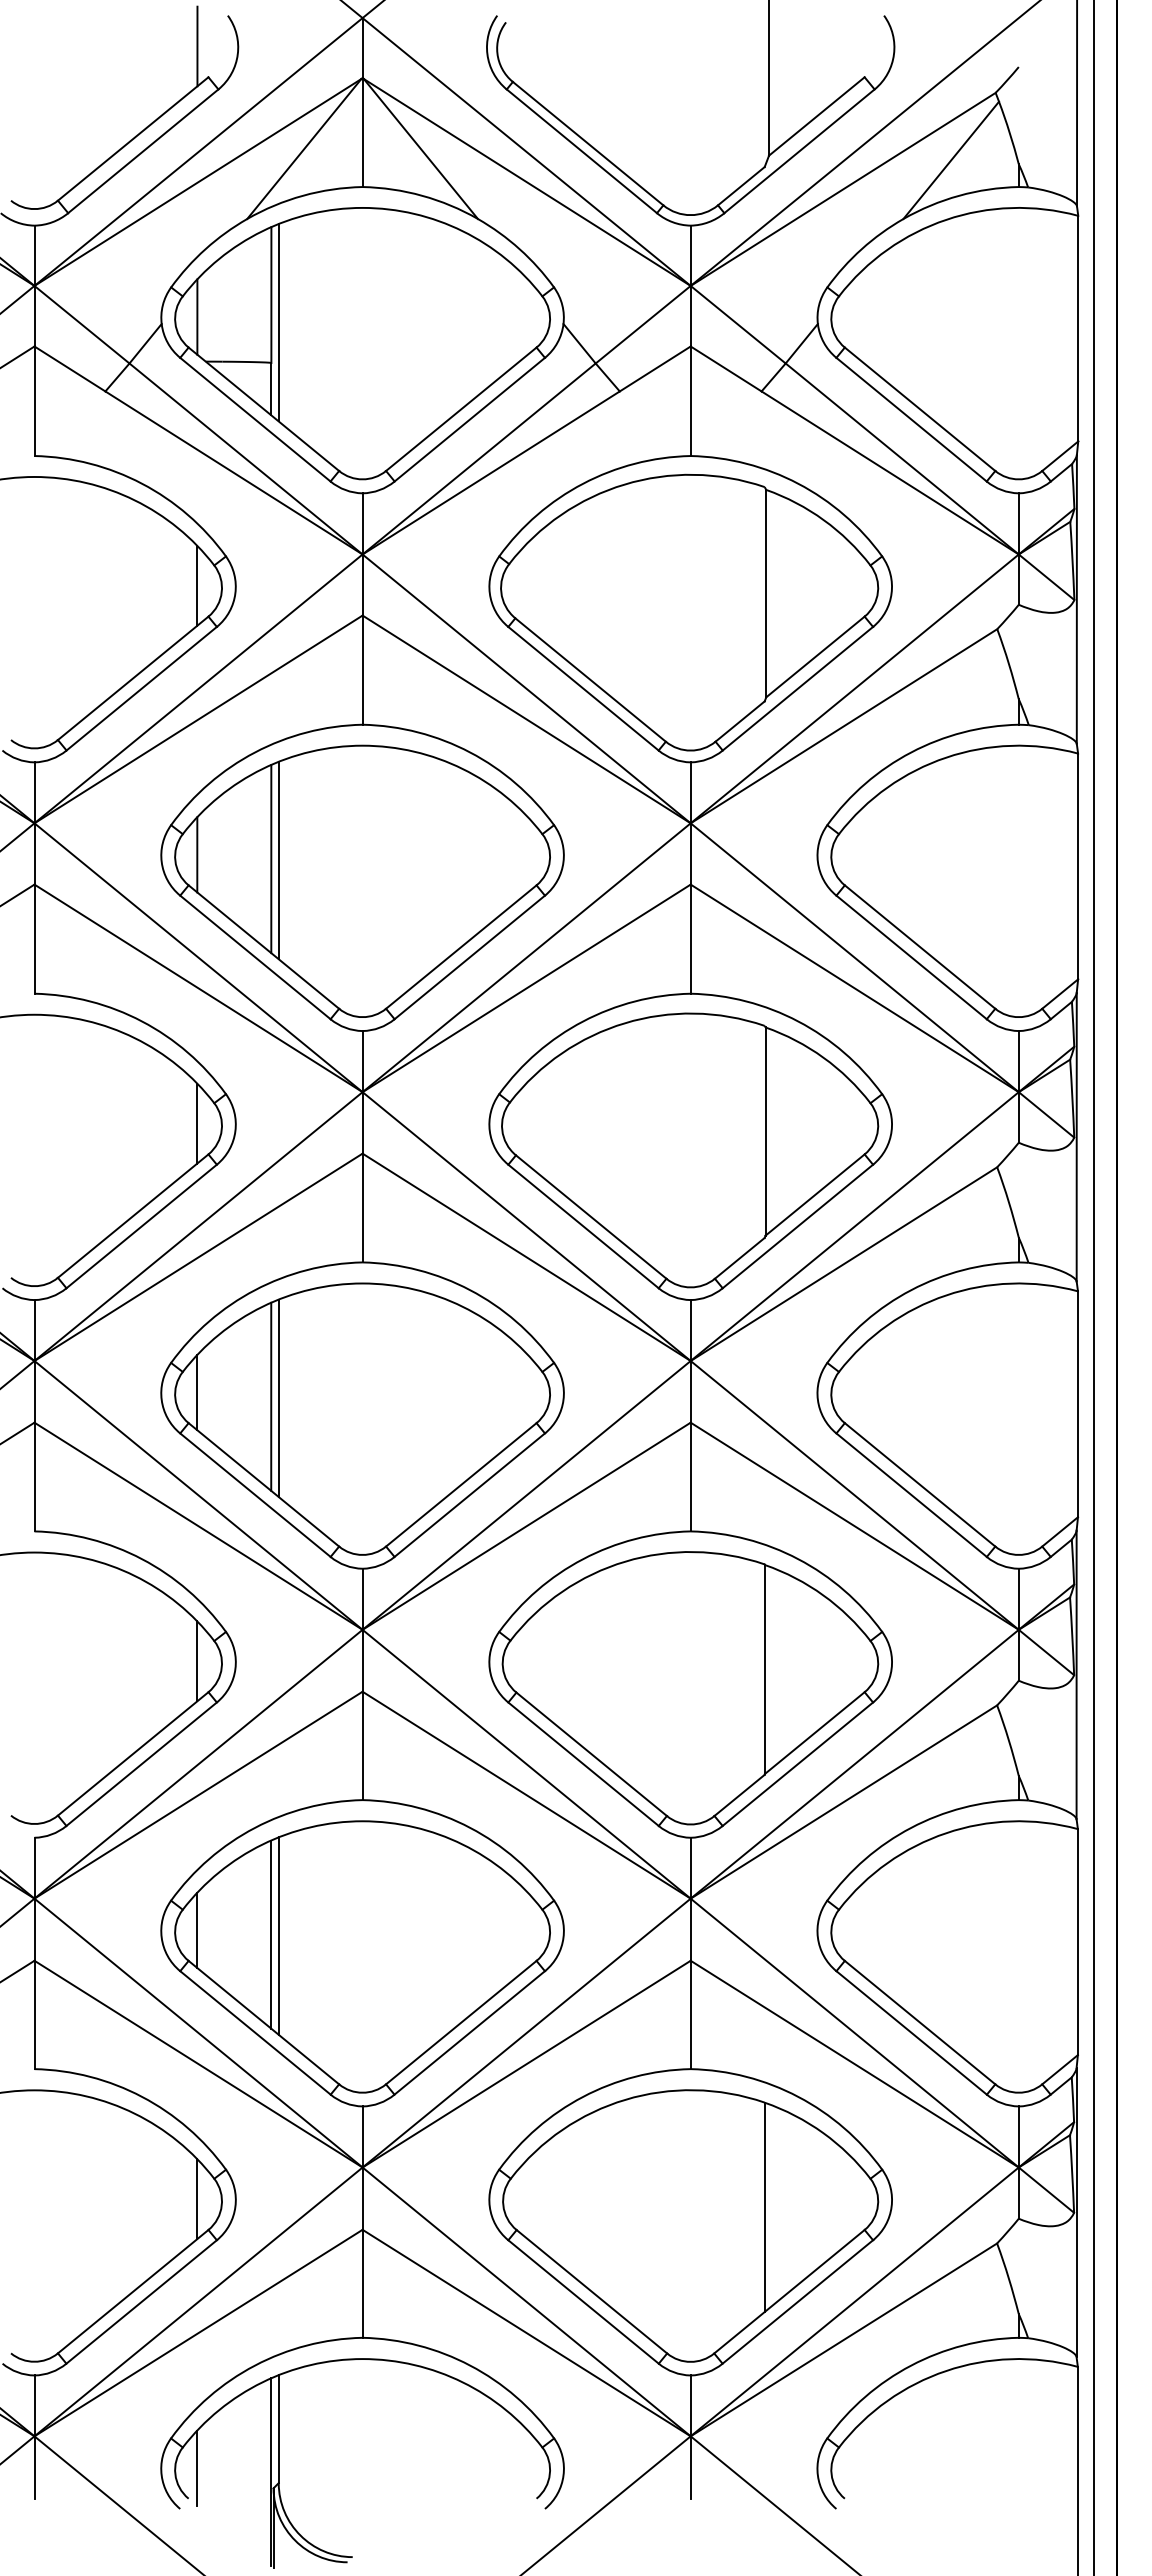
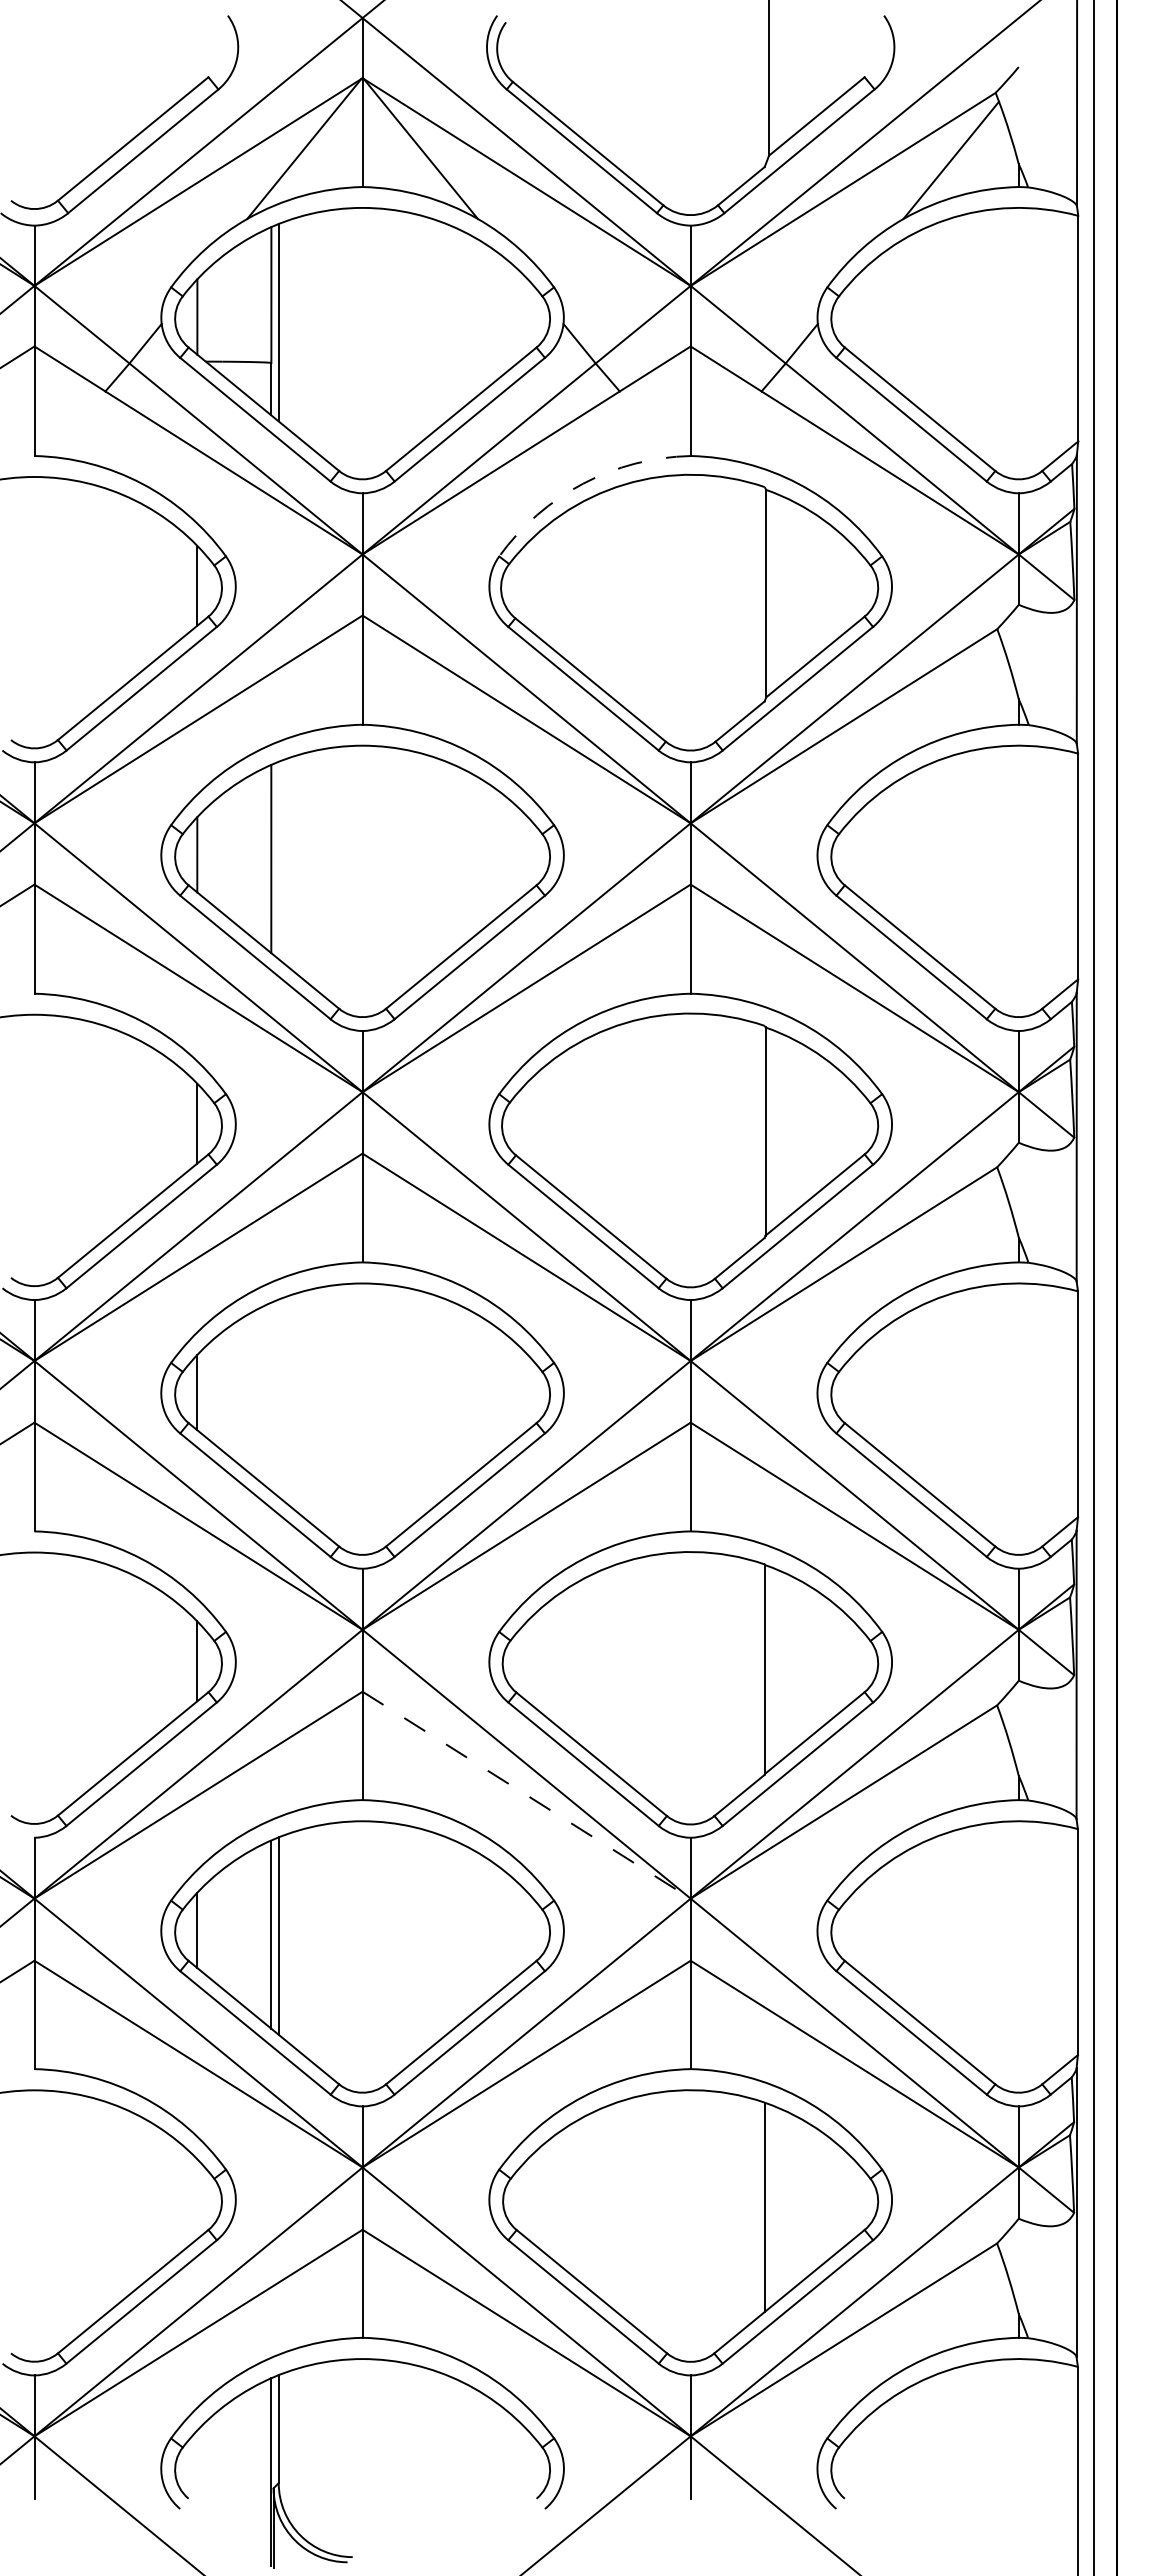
line at (197, 46): present -> none
arc at (583, 483): solid -> dashed
line at (278, 860): present -> none
line at (271, 1396): present -> none
line at (278, 1398): present -> none
line at (526, 1795): solid -> dashed
line at (197, 2199): present -> none
line at (197, 2467): present -> none
